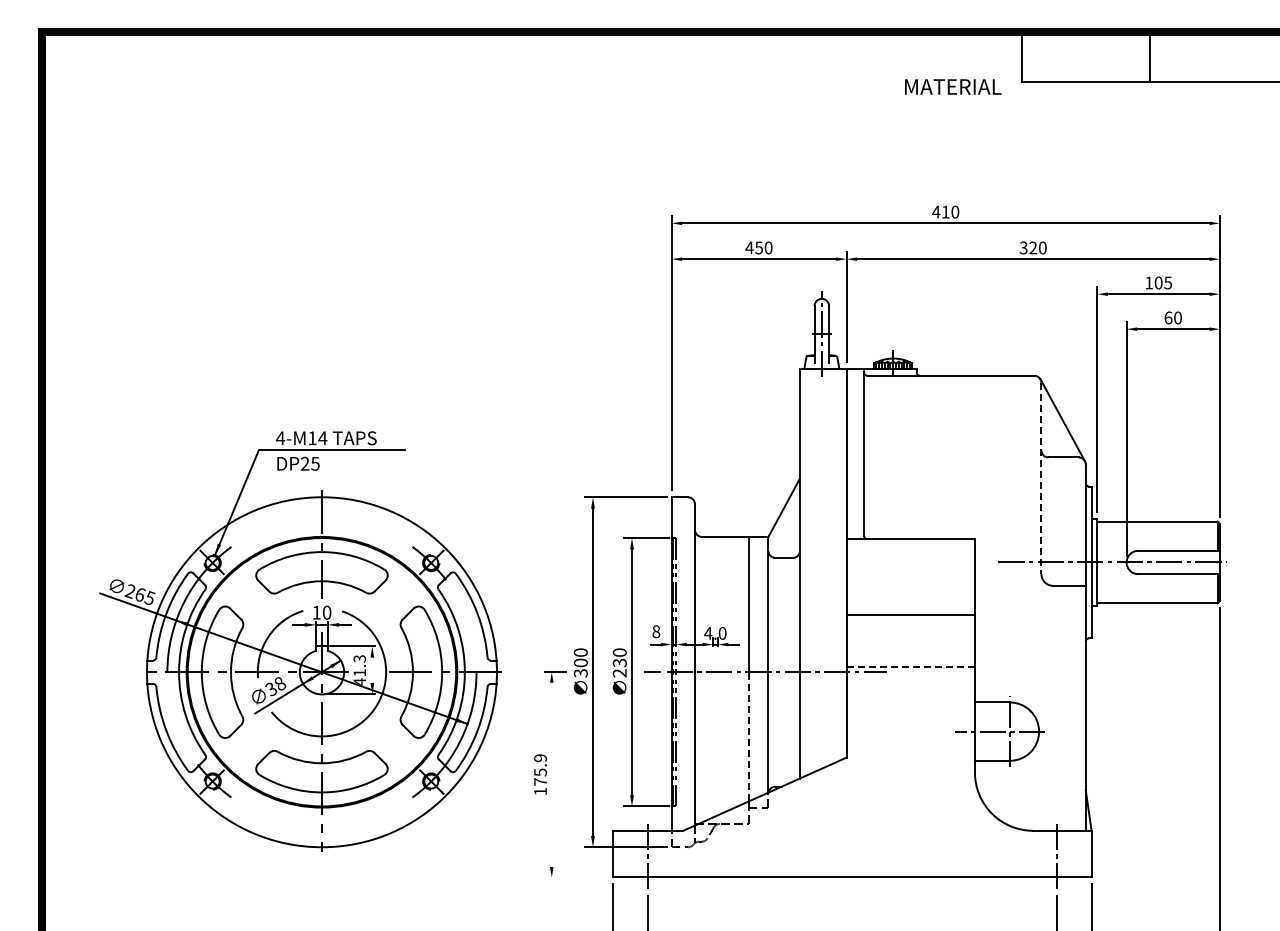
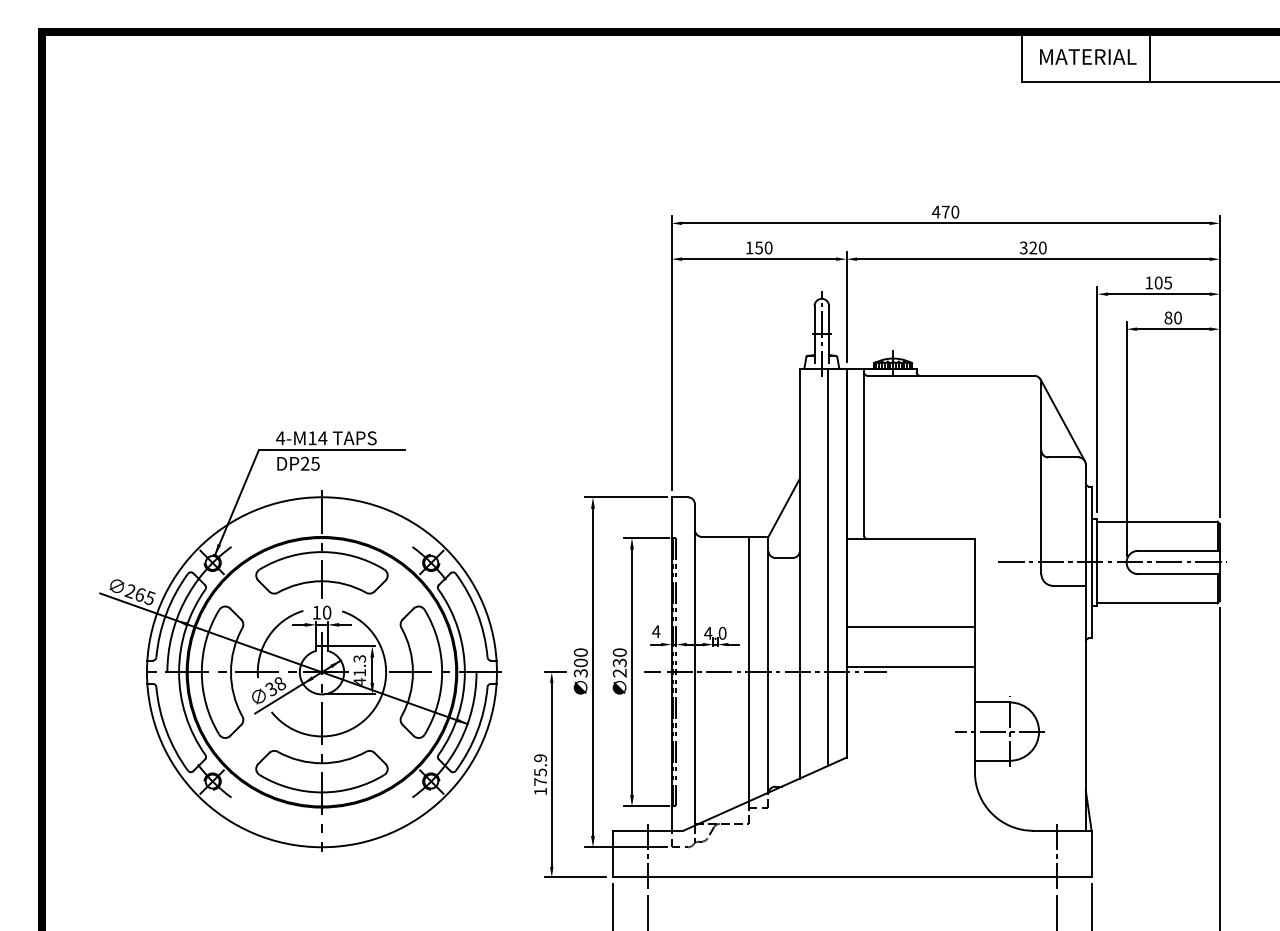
text at (953, 86) position: (953, 86) -> (1088, 56)
text at (945, 211): 410 -> 470
text at (749, 247): 450 -> 150
text at (1168, 317): 60 -> 80
line at (1041, 478): dashed -> solid
line at (827, 566): none -> present
line at (910, 614) position: (910, 614) -> (910, 626)
text at (656, 631): 8 -> 4
line at (910, 667): dashed -> solid
line at (372, 670): none -> present
line at (748, 736): dashed -> solid
line at (551, 774): none -> present
line at (575, 877): none -> present
